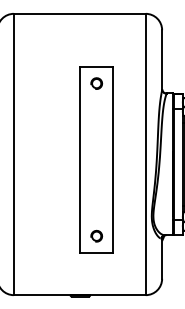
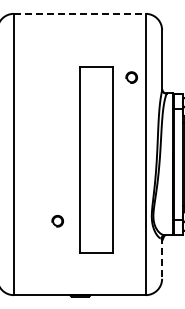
line at (79, 13): solid -> dashed
part at (96, 83) position: (96, 83) -> (131, 77)
part at (96, 235) position: (96, 235) -> (57, 220)
line at (162, 257): solid -> dashed
